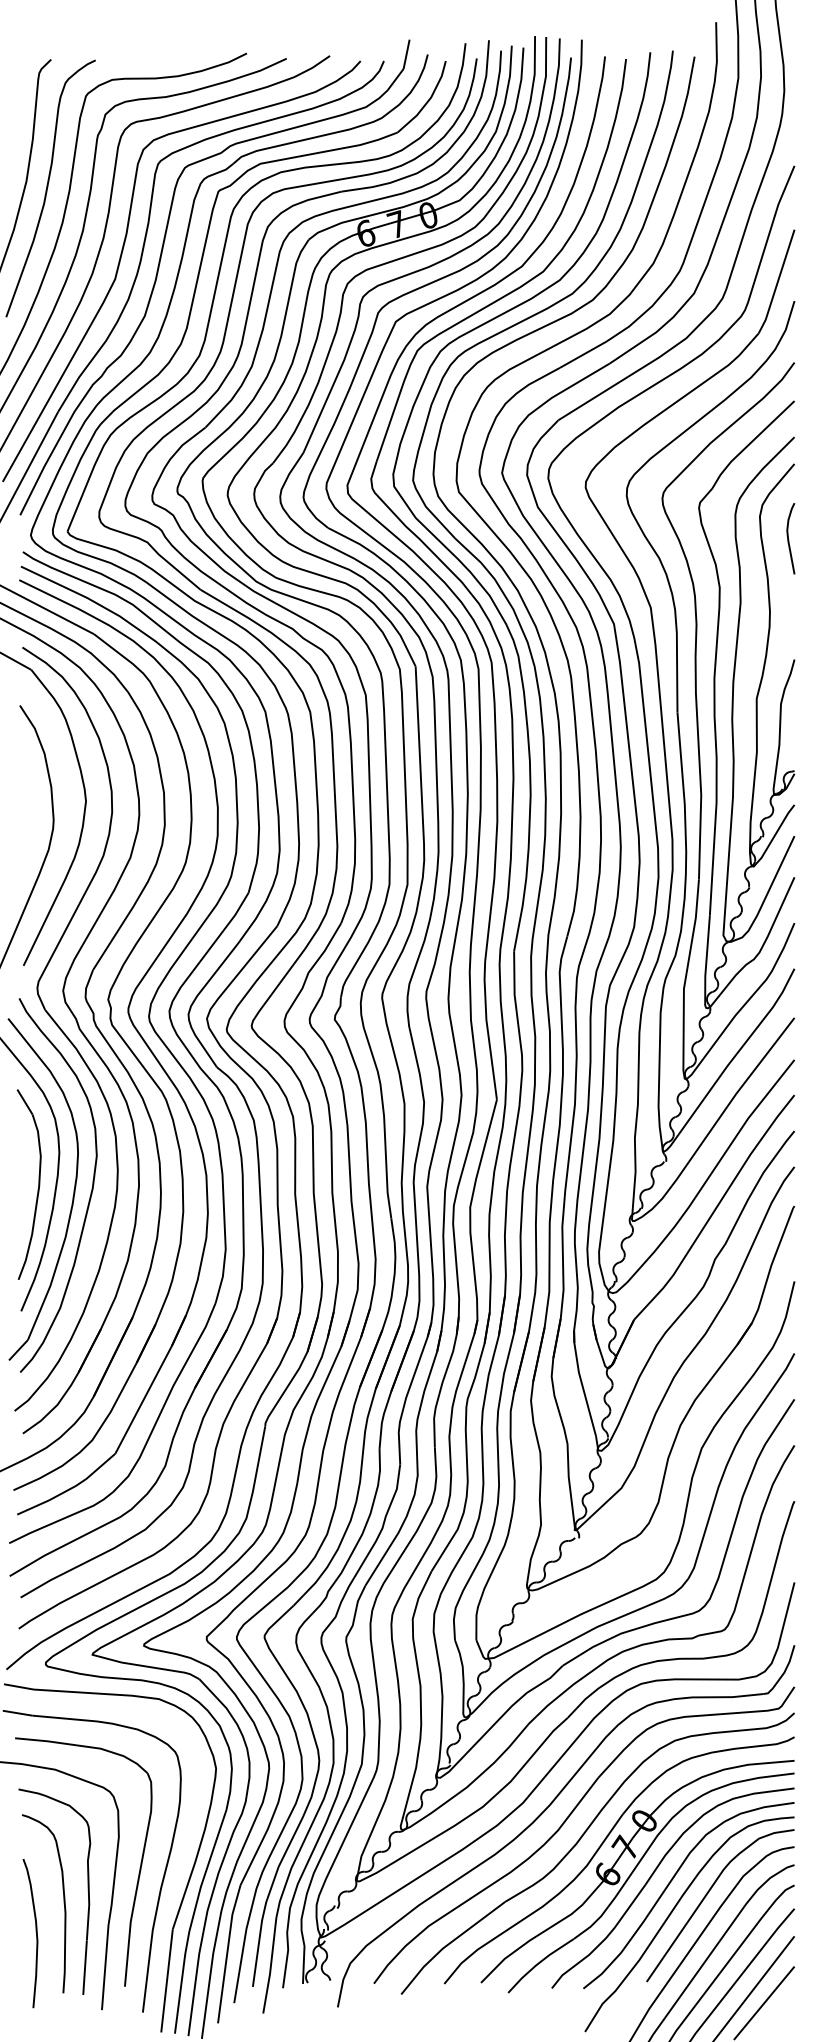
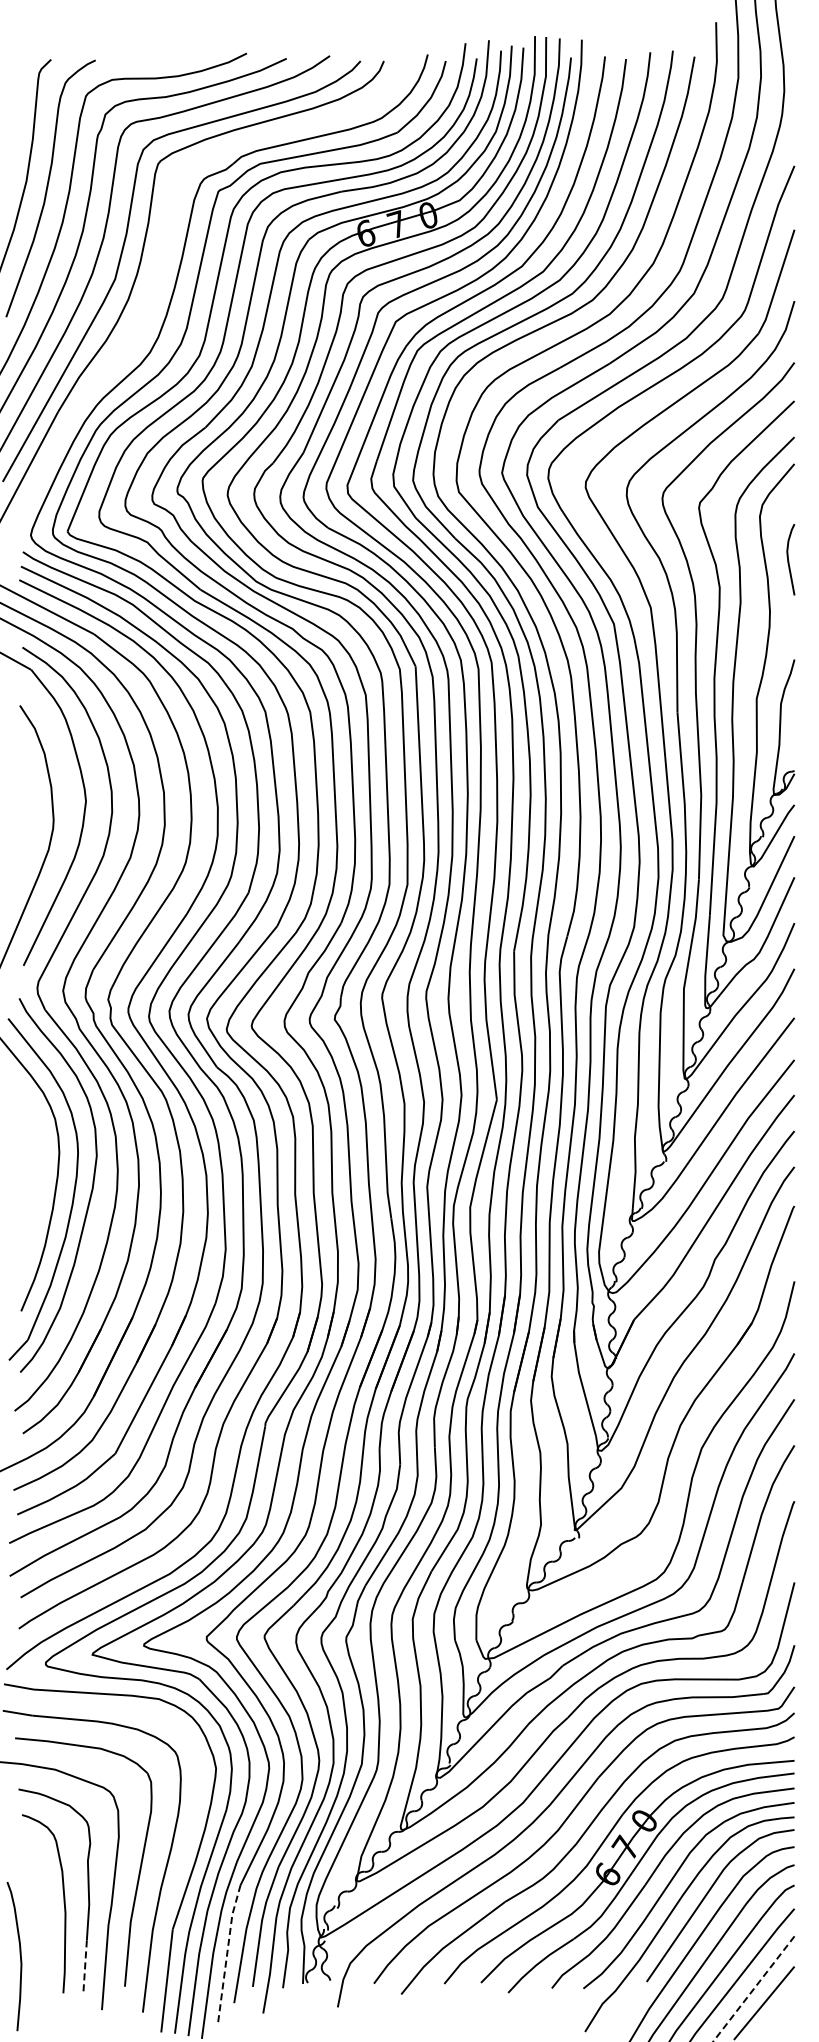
part at (159, 268): present -> none
curve at (789, 539) position: (789, 539) -> (789, 560)
part at (38, 1184): present -> none
curve at (35, 1932) position: (35, 1932) -> (19, 1955)
line at (227, 1953): solid -> dashed
line at (85, 1968): solid -> dashed
line at (753, 1989): solid -> dashed
